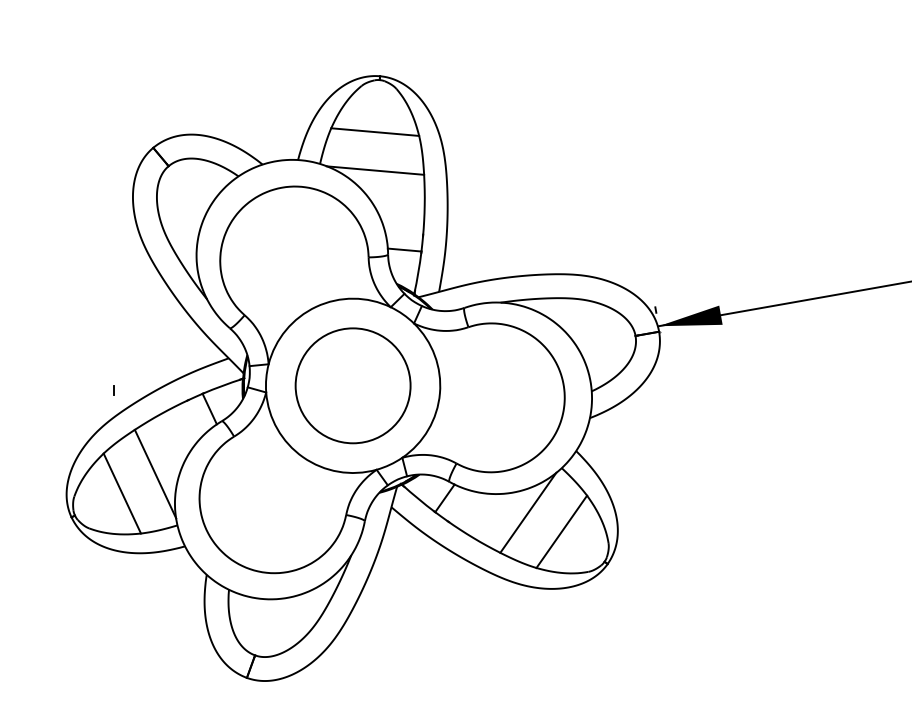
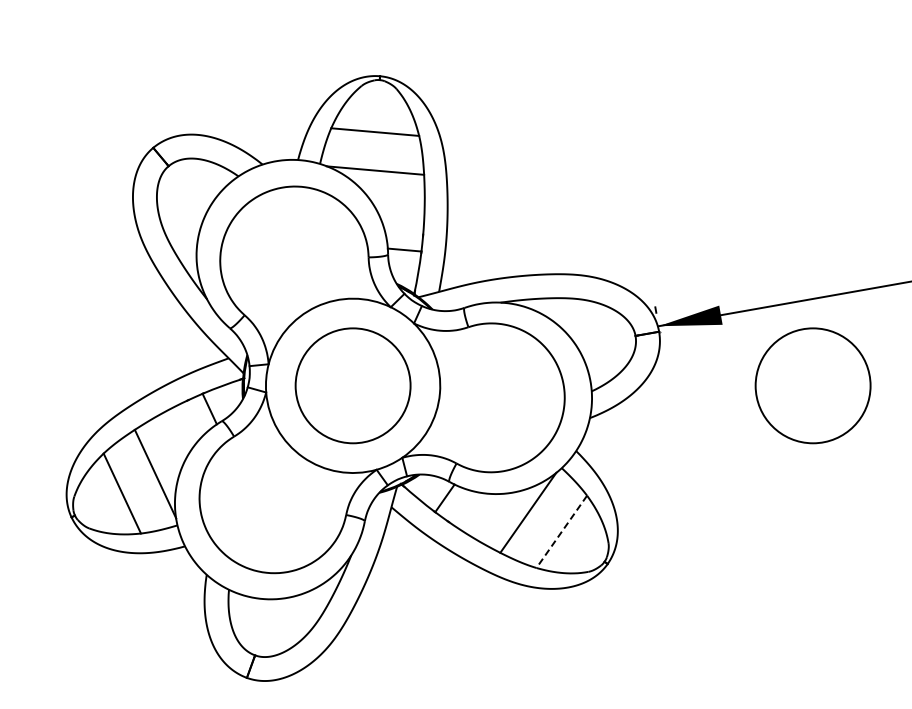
circle at (812, 385): none -> present
line at (113, 390): present -> none
line at (561, 532): solid -> dashed
